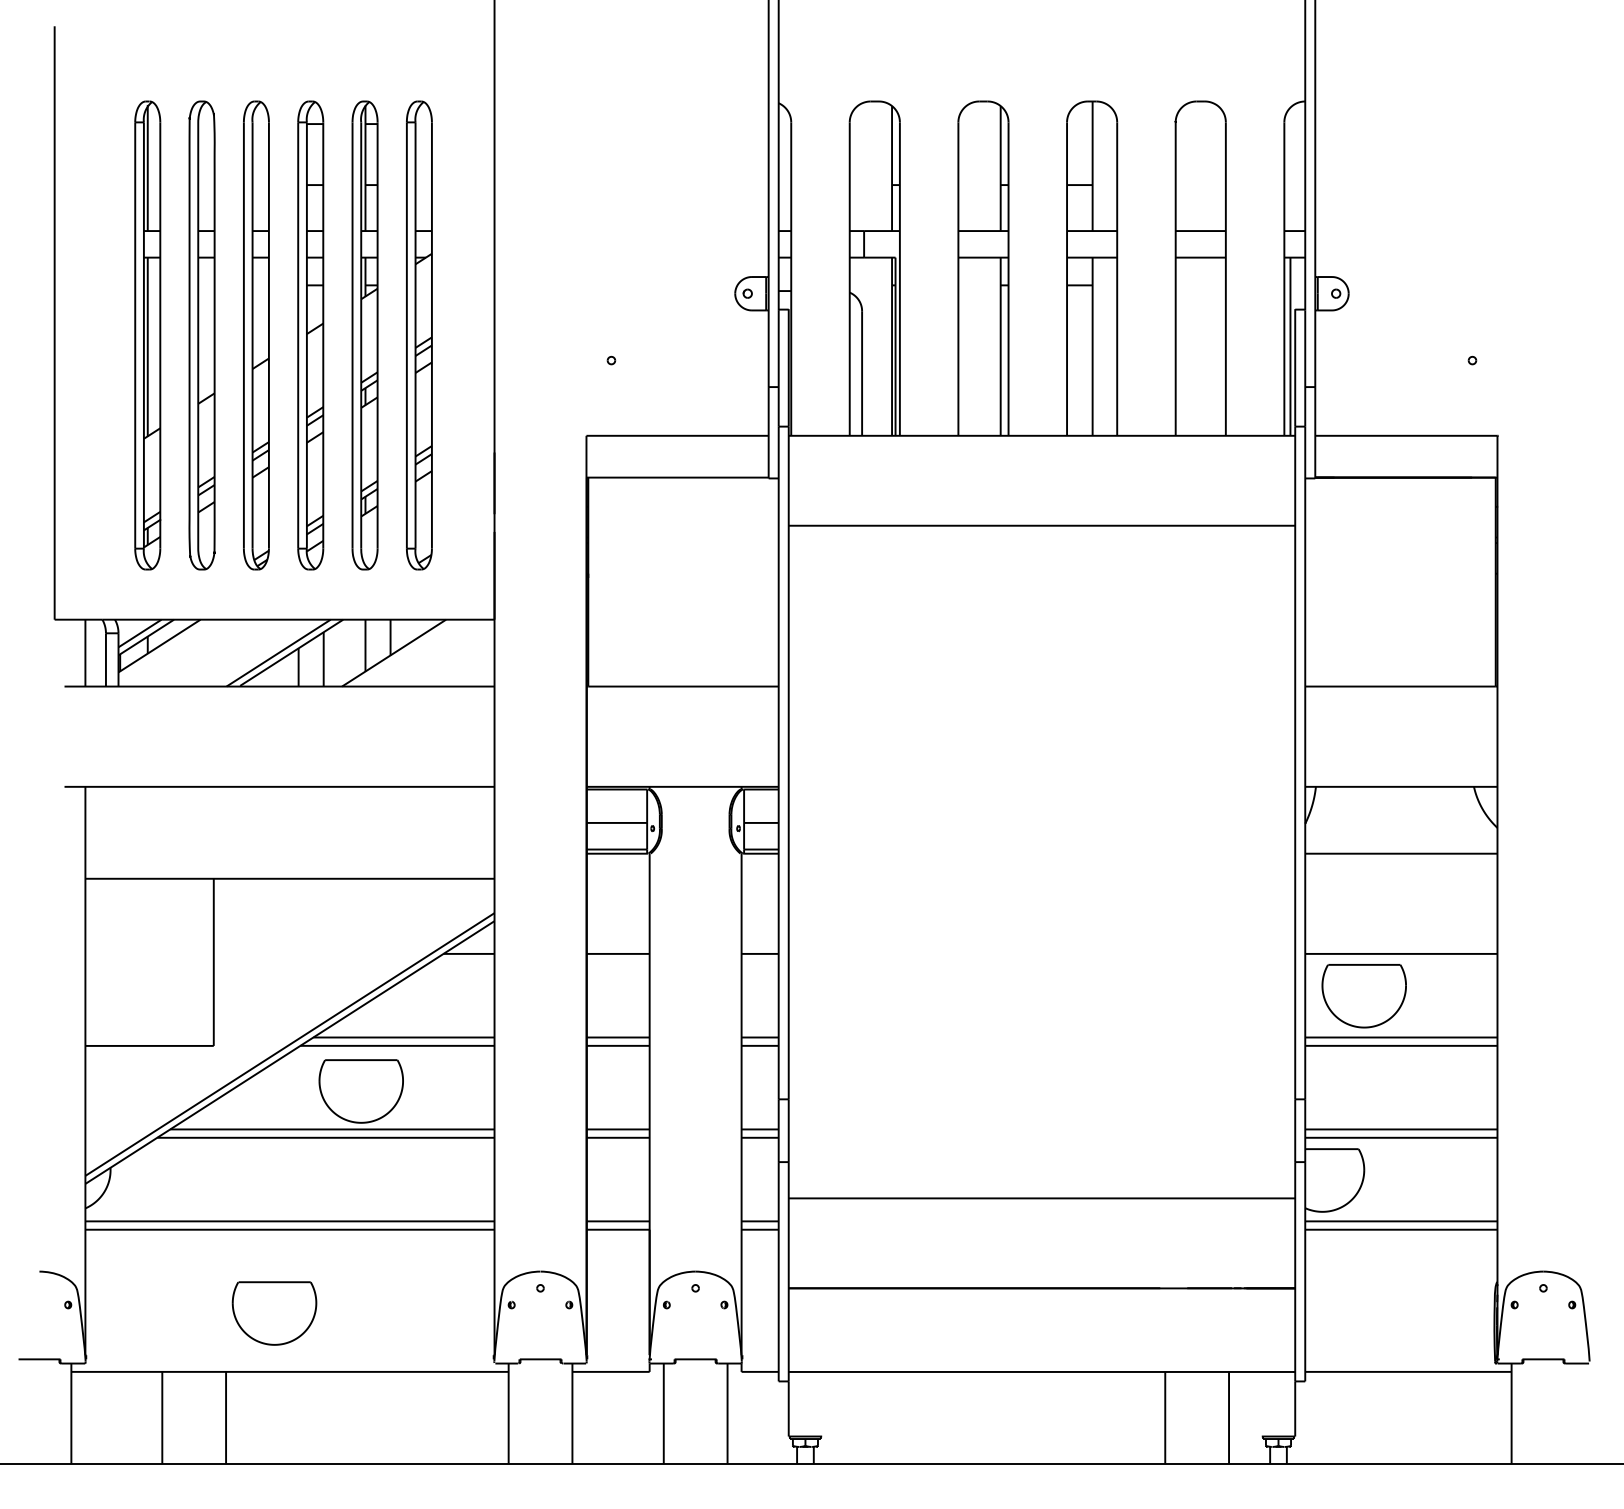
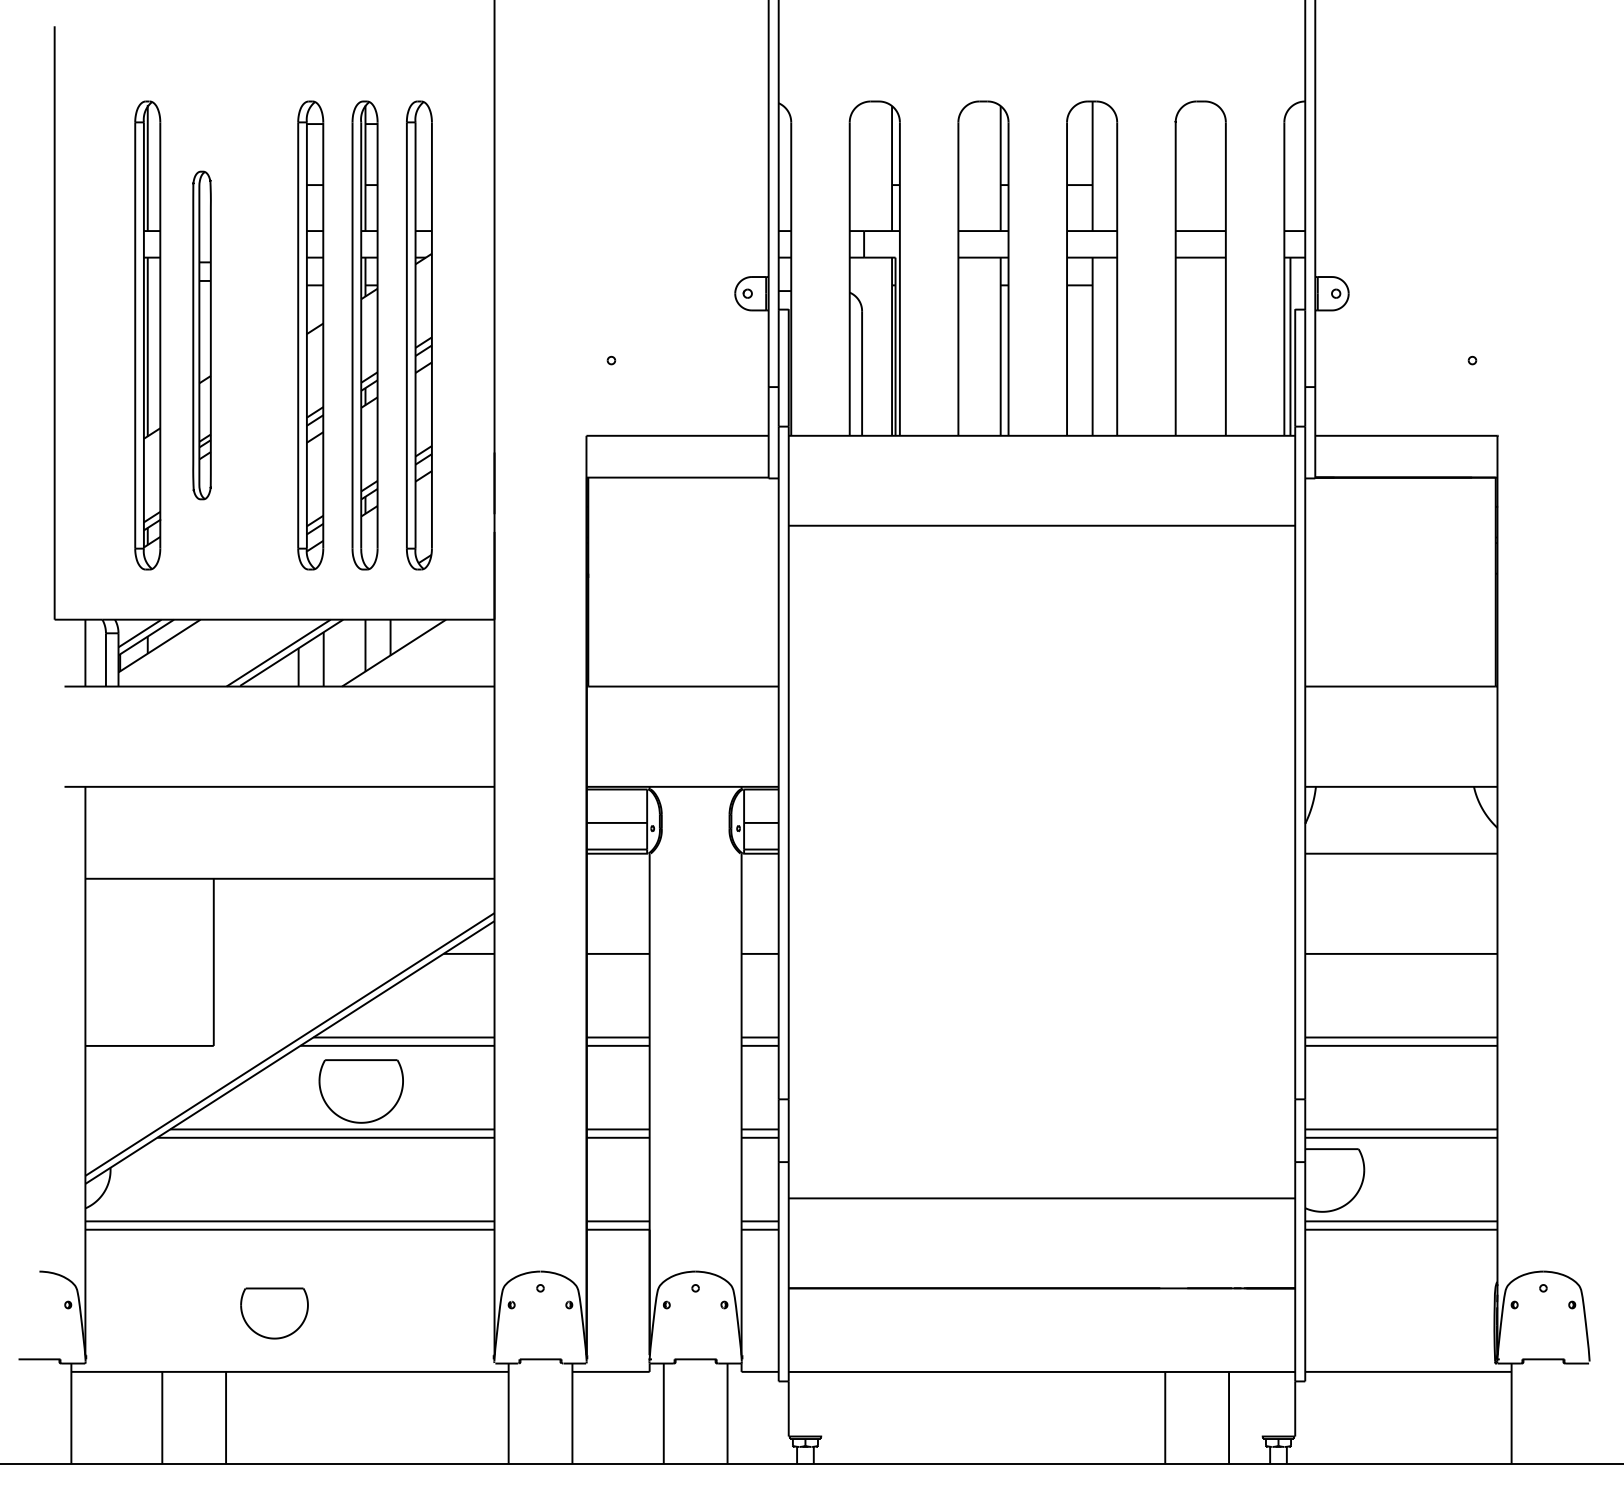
part at (201, 335) size: 28x471 px -> 20x331 px
part at (256, 335): present -> none
part at (1363, 996): present -> none
part at (274, 1313) size: 87x65 px -> 69x53 px
